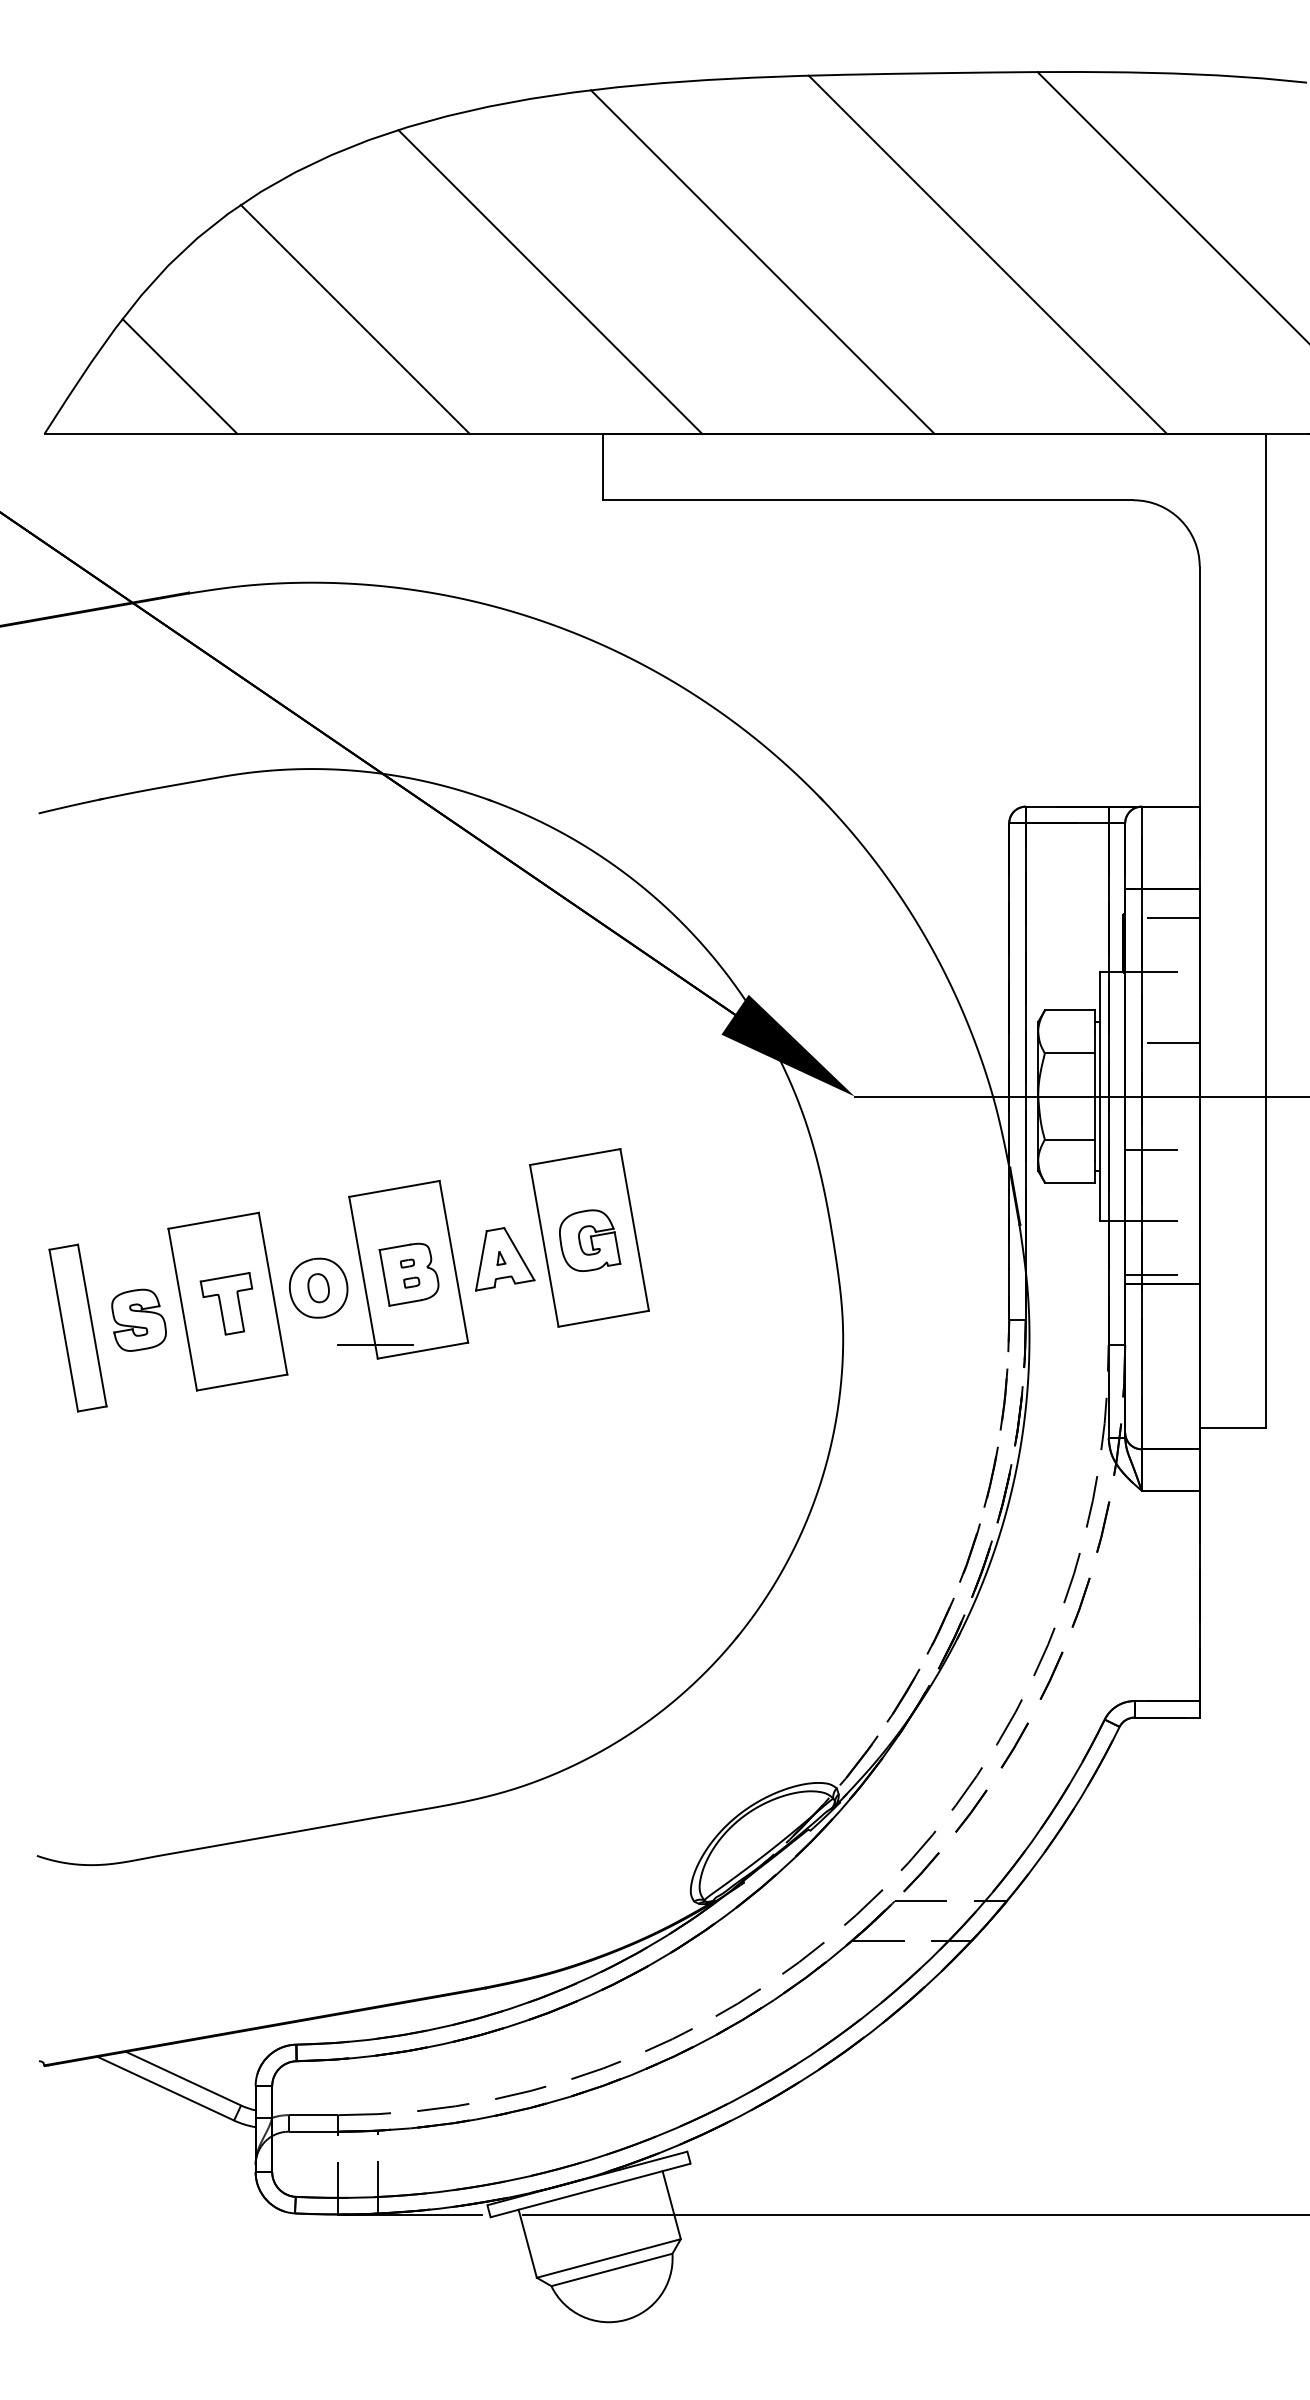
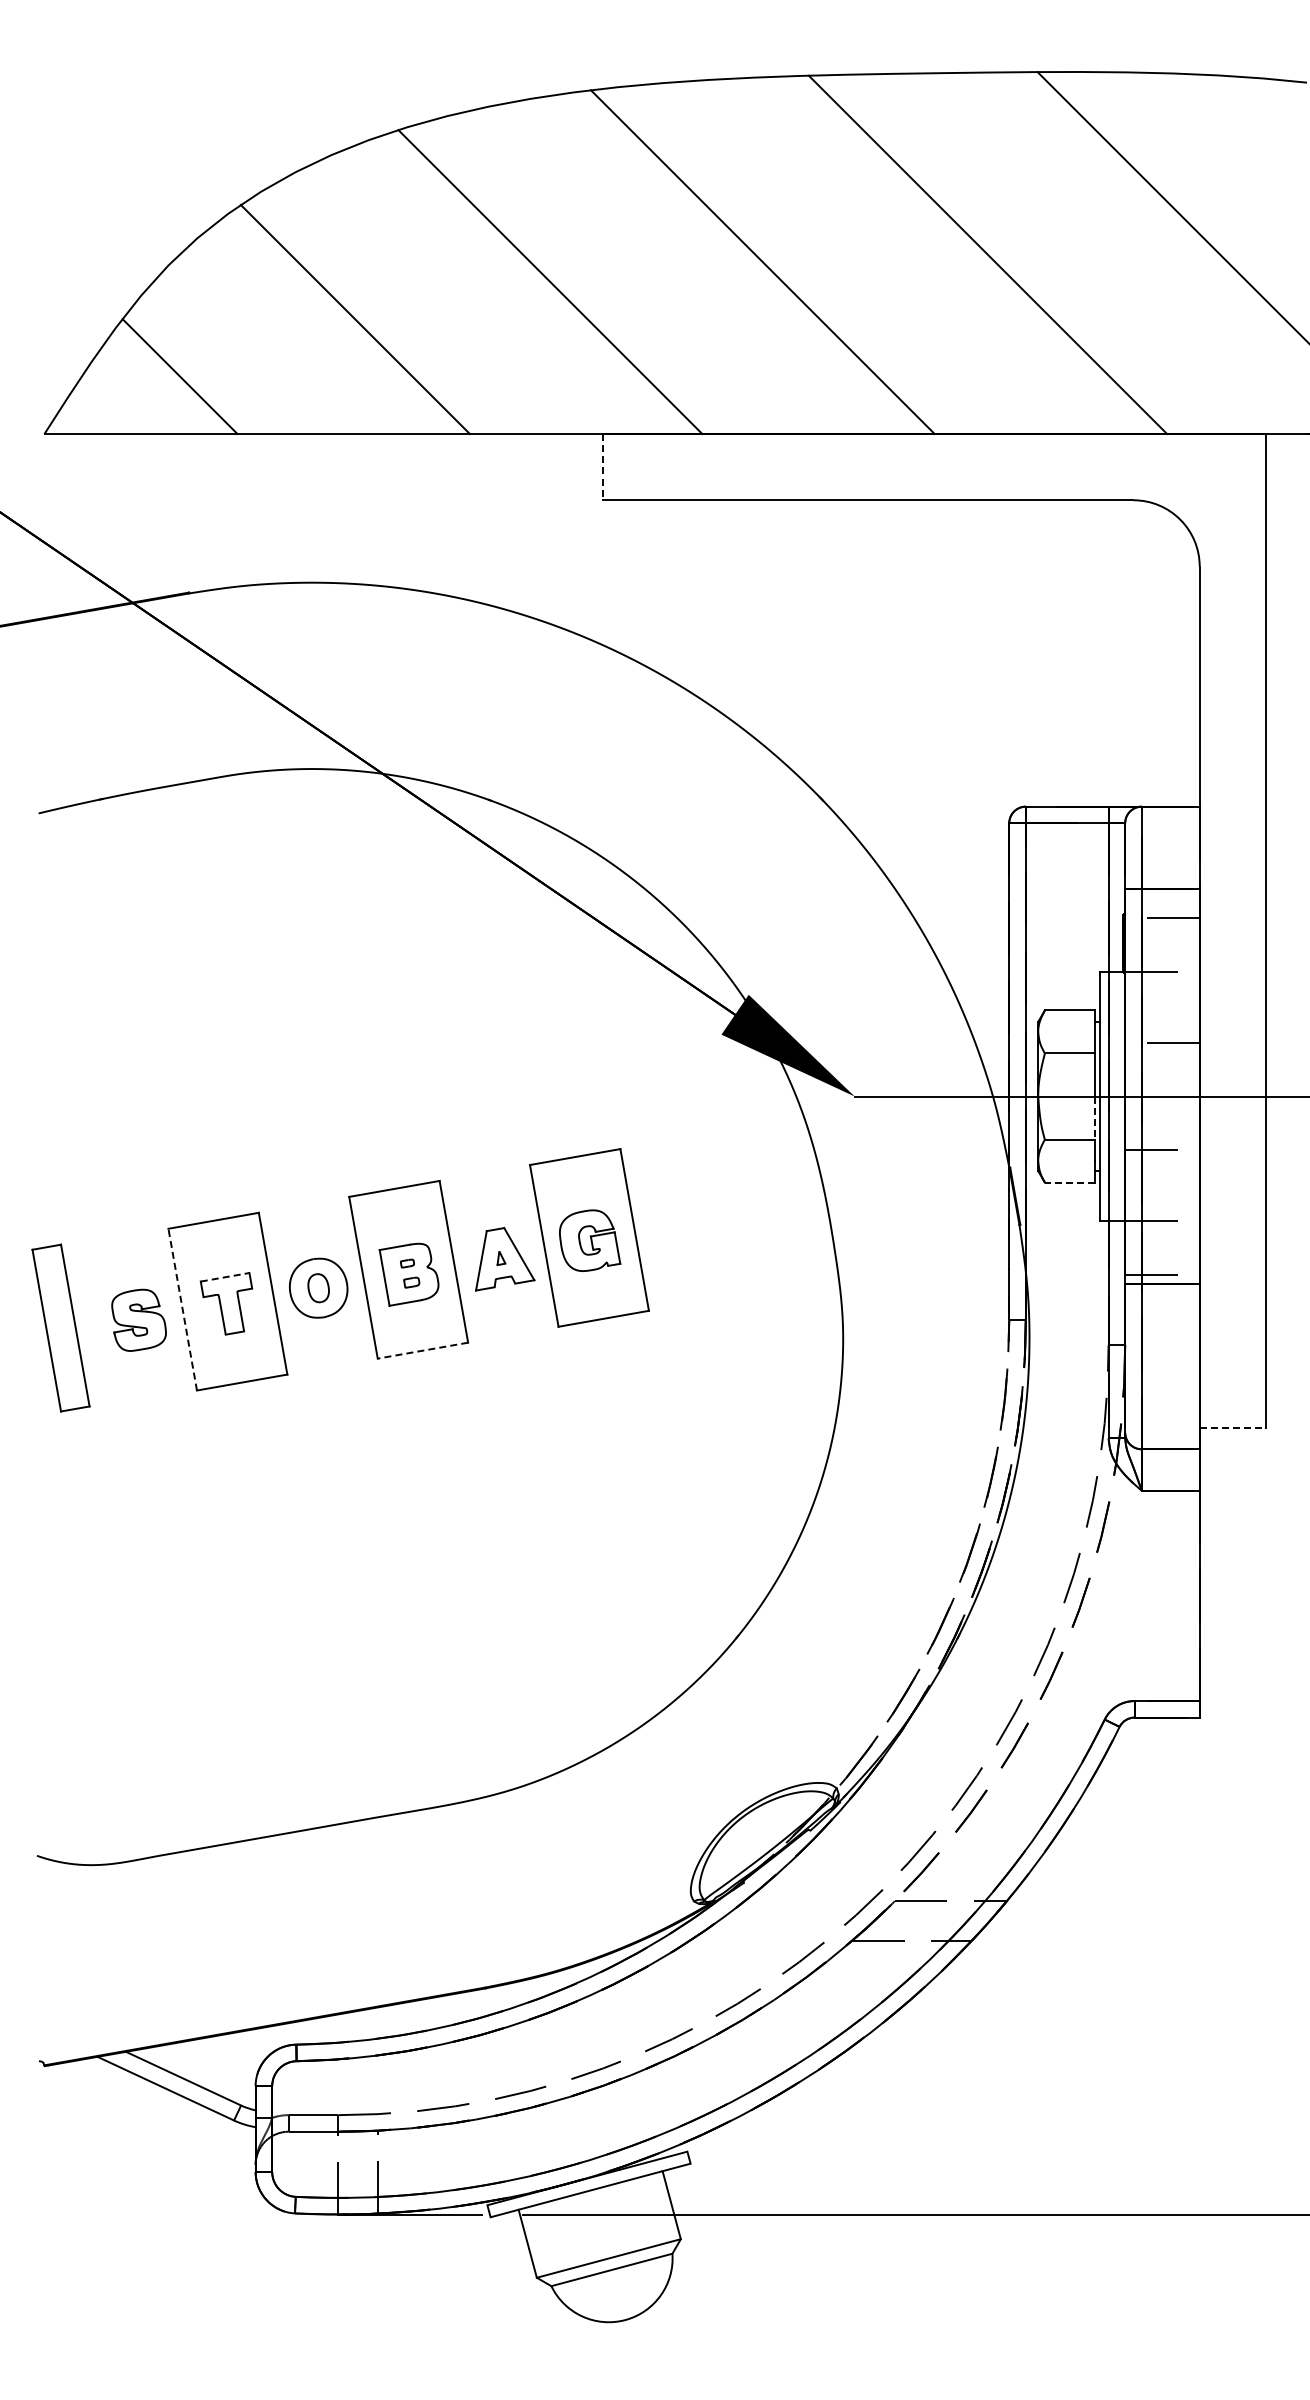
line at (603, 467): solid -> dashed
line at (1095, 1118): solid -> dashed
line at (1069, 1182): solid -> dashed
line at (225, 1277): solid -> dashed
line at (182, 1309): solid -> dashed
part at (77, 1327) position: (77, 1327) -> (60, 1327)
line at (375, 1344): present -> none
line at (422, 1350): solid -> dashed
line at (1233, 1427): solid -> dashed
